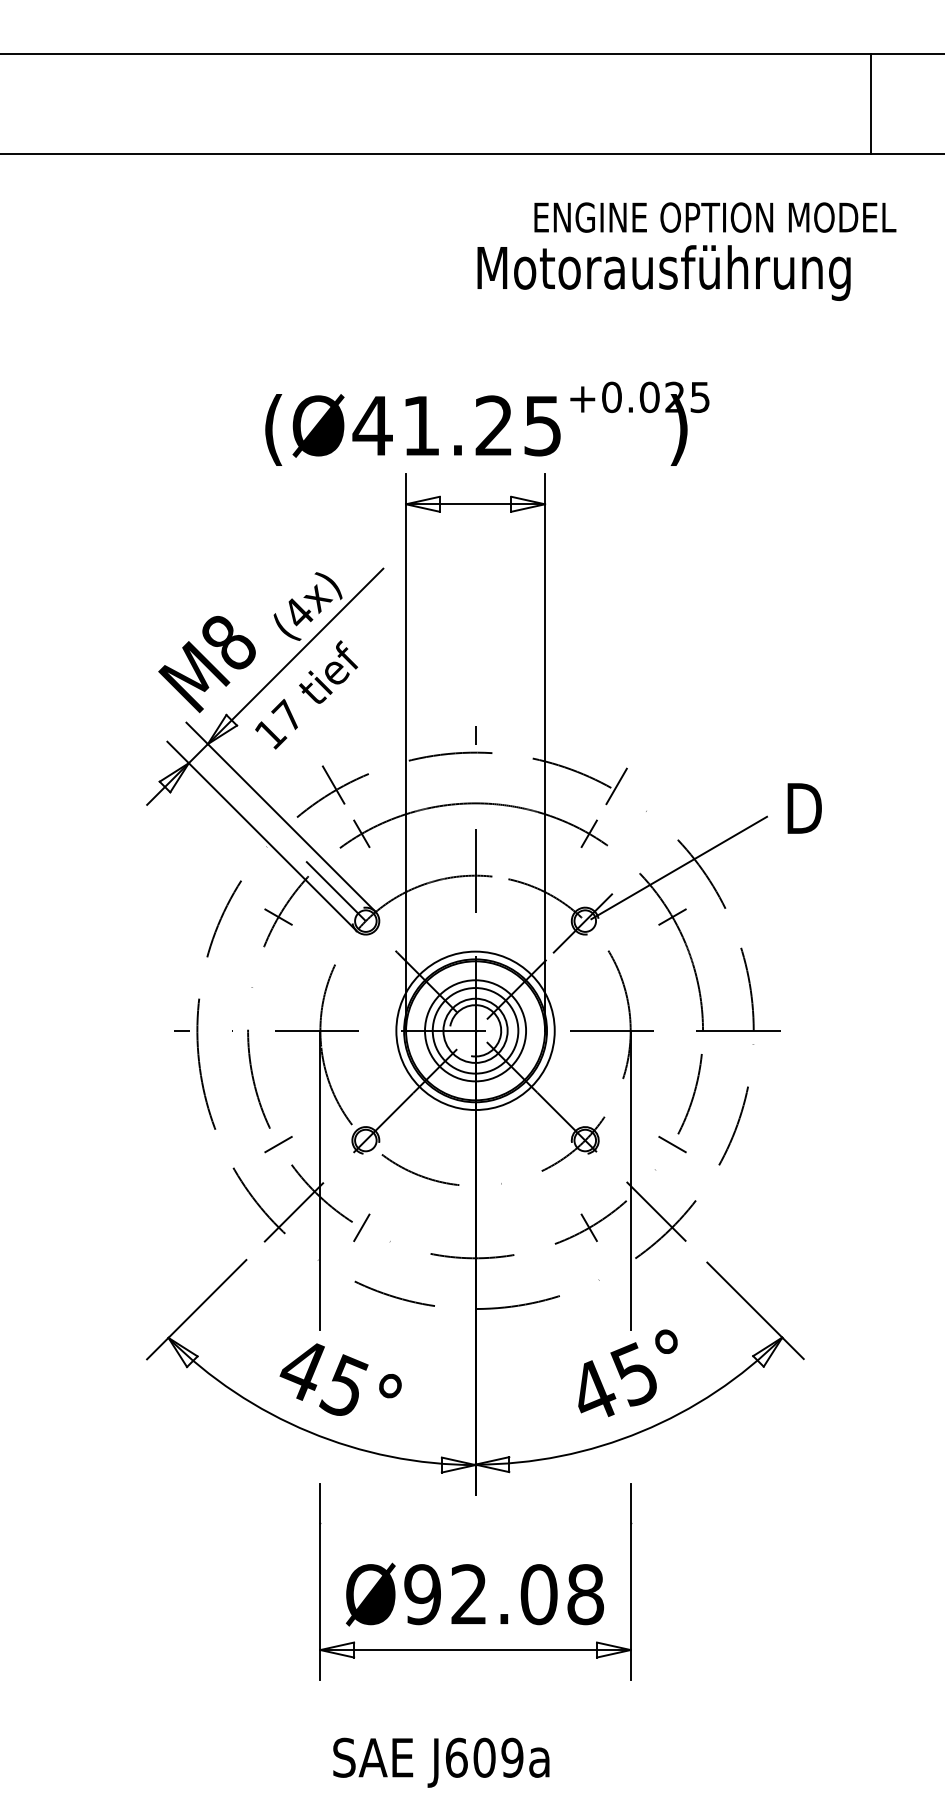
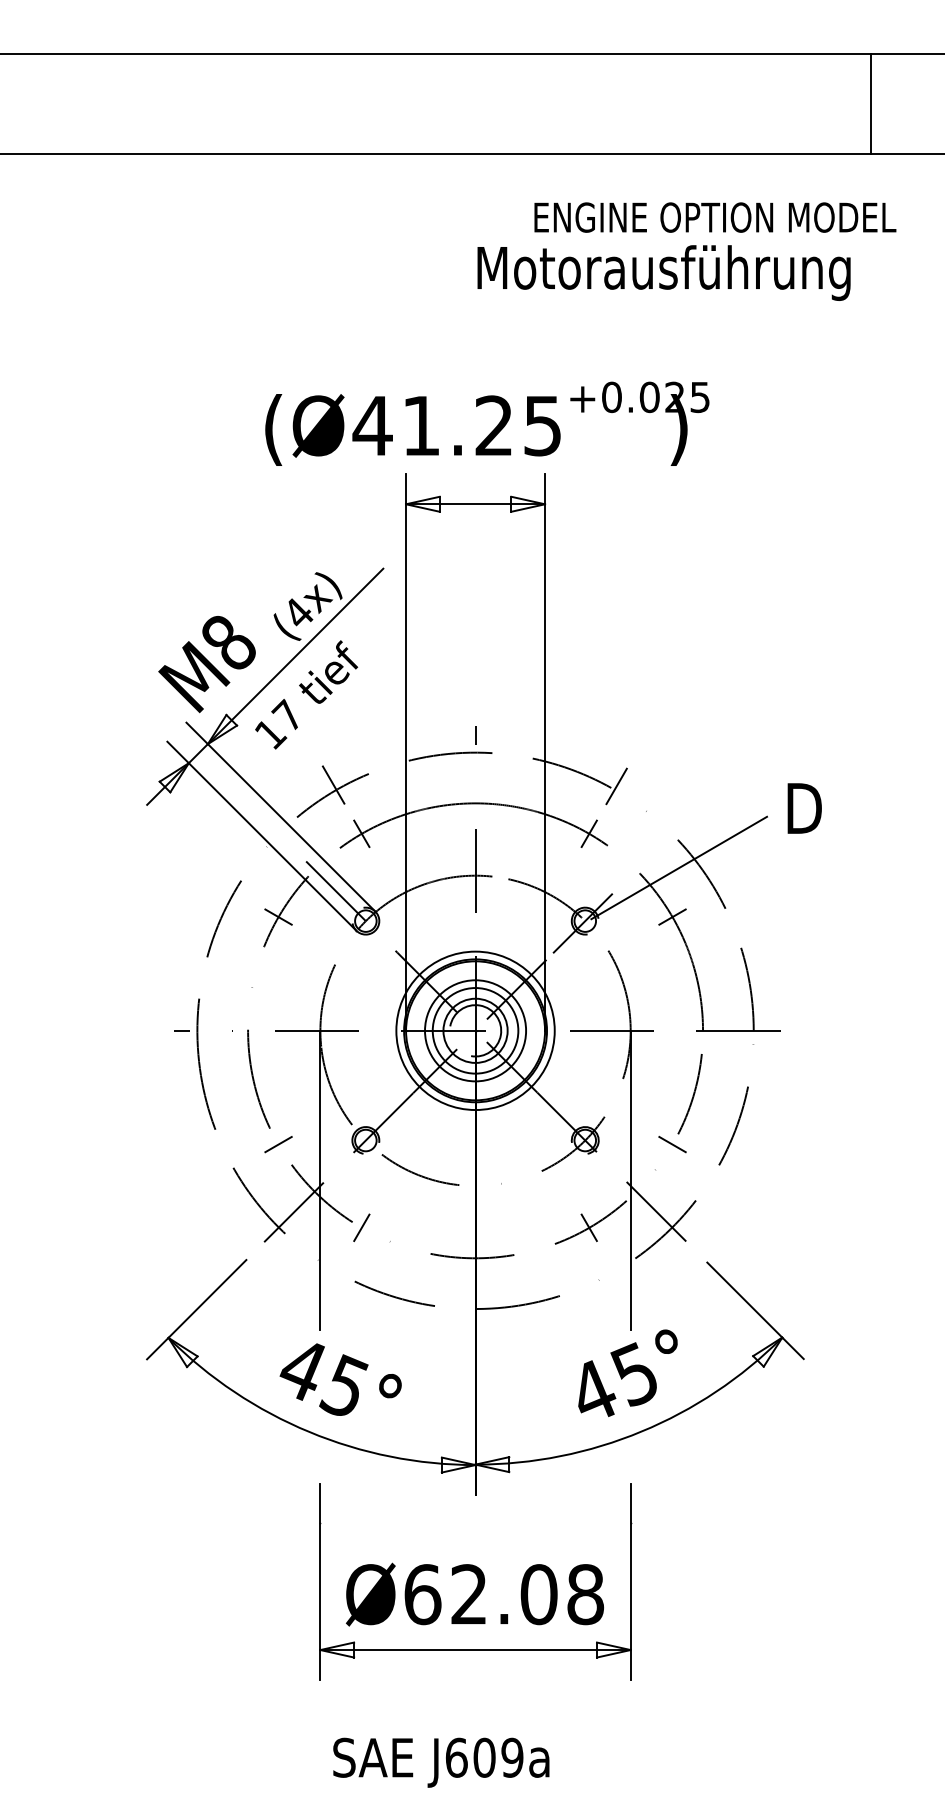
text at (422, 1594): Ø92.08 -> Ø62.08
